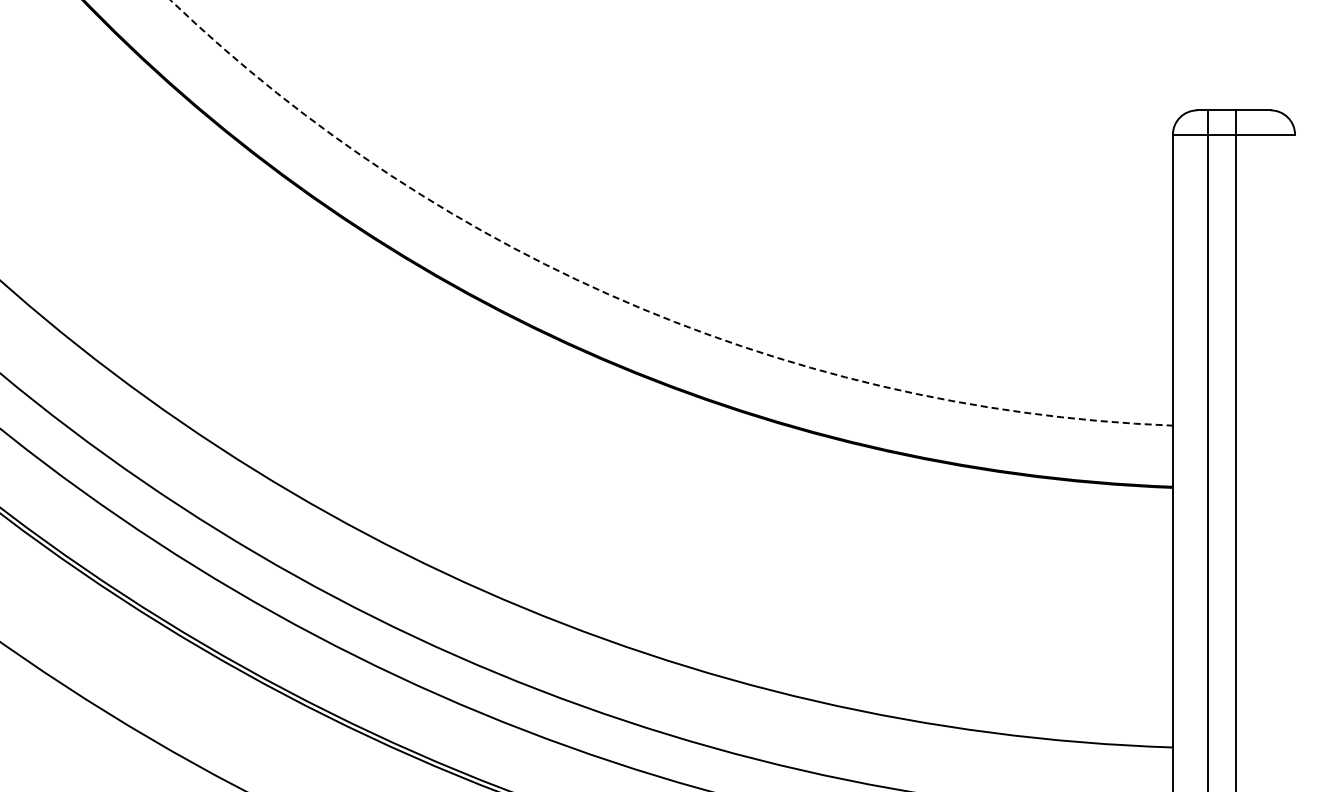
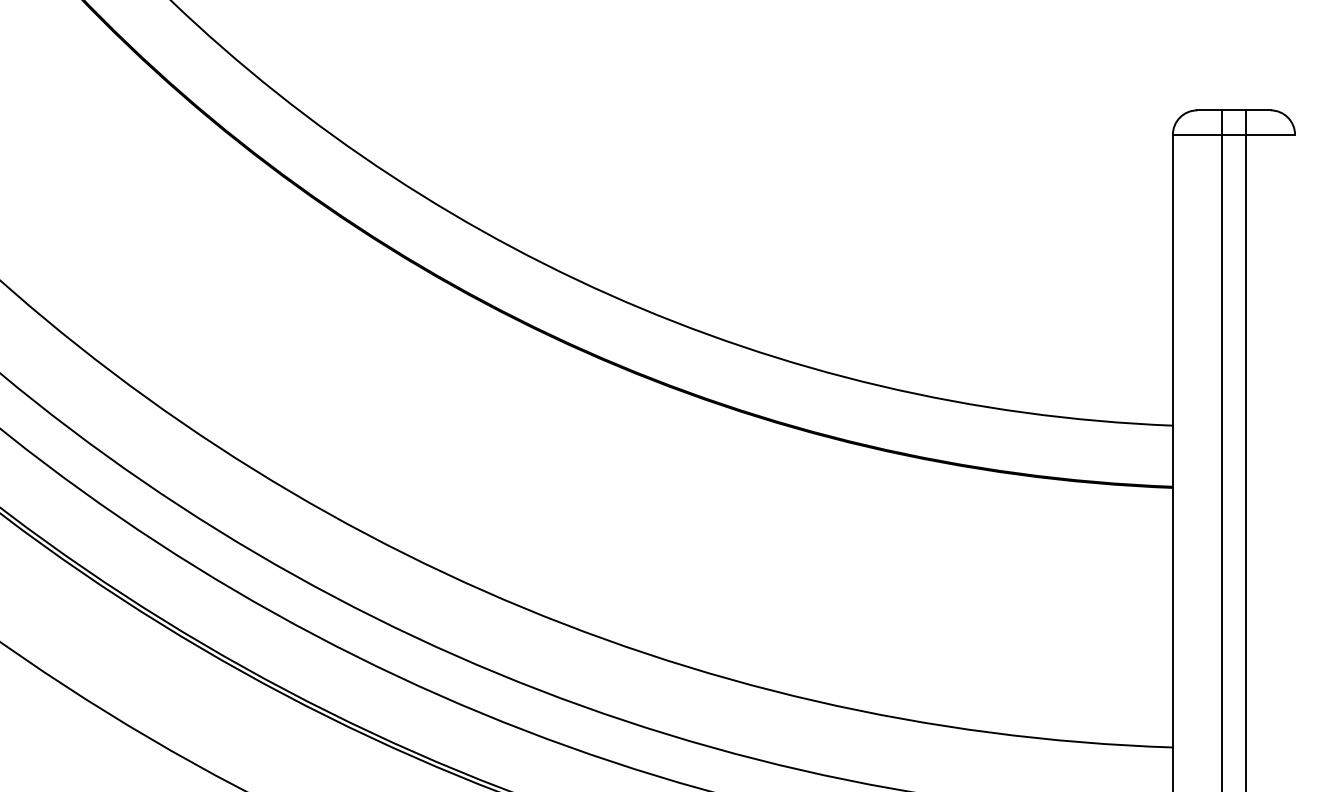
arc at (630, 303): dashed -> solid
line at (1207, 449) position: (1207, 449) -> (1221, 449)
line at (1236, 449) position: (1236, 449) -> (1246, 449)
